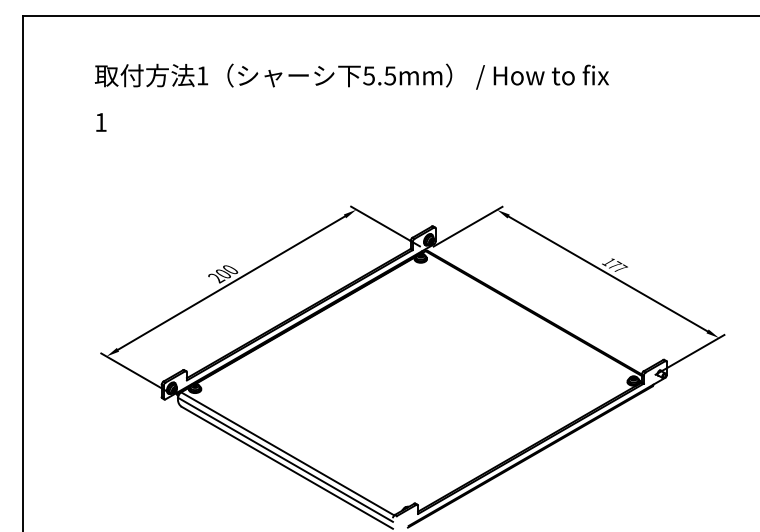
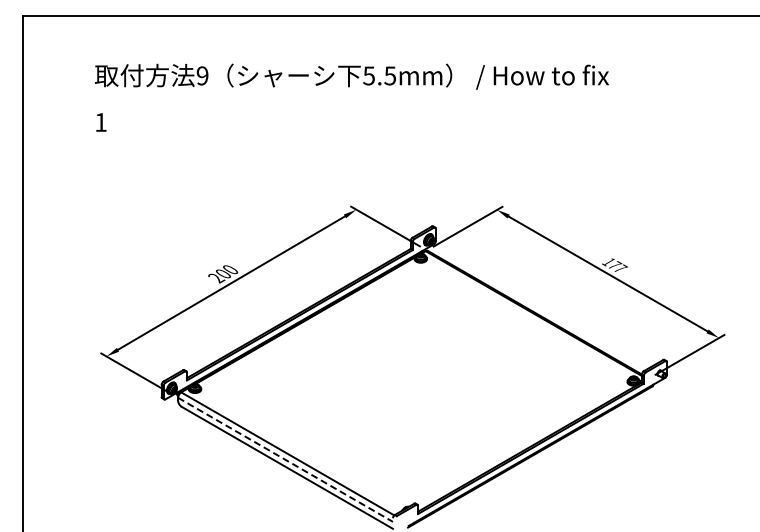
text at (202, 75): 1 -> 9
line at (285, 460): solid -> dashed
